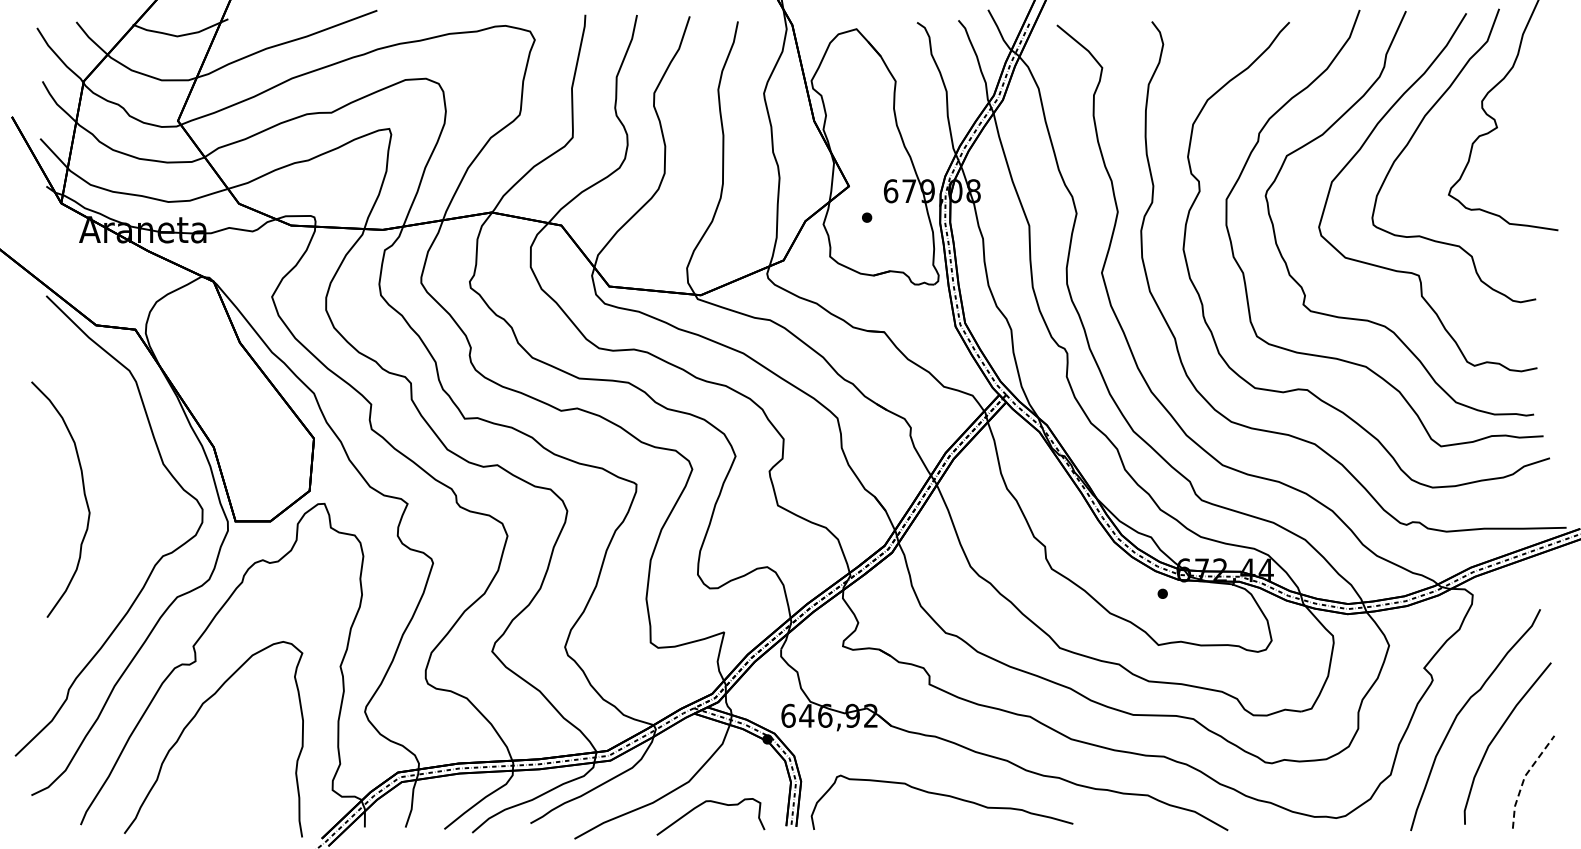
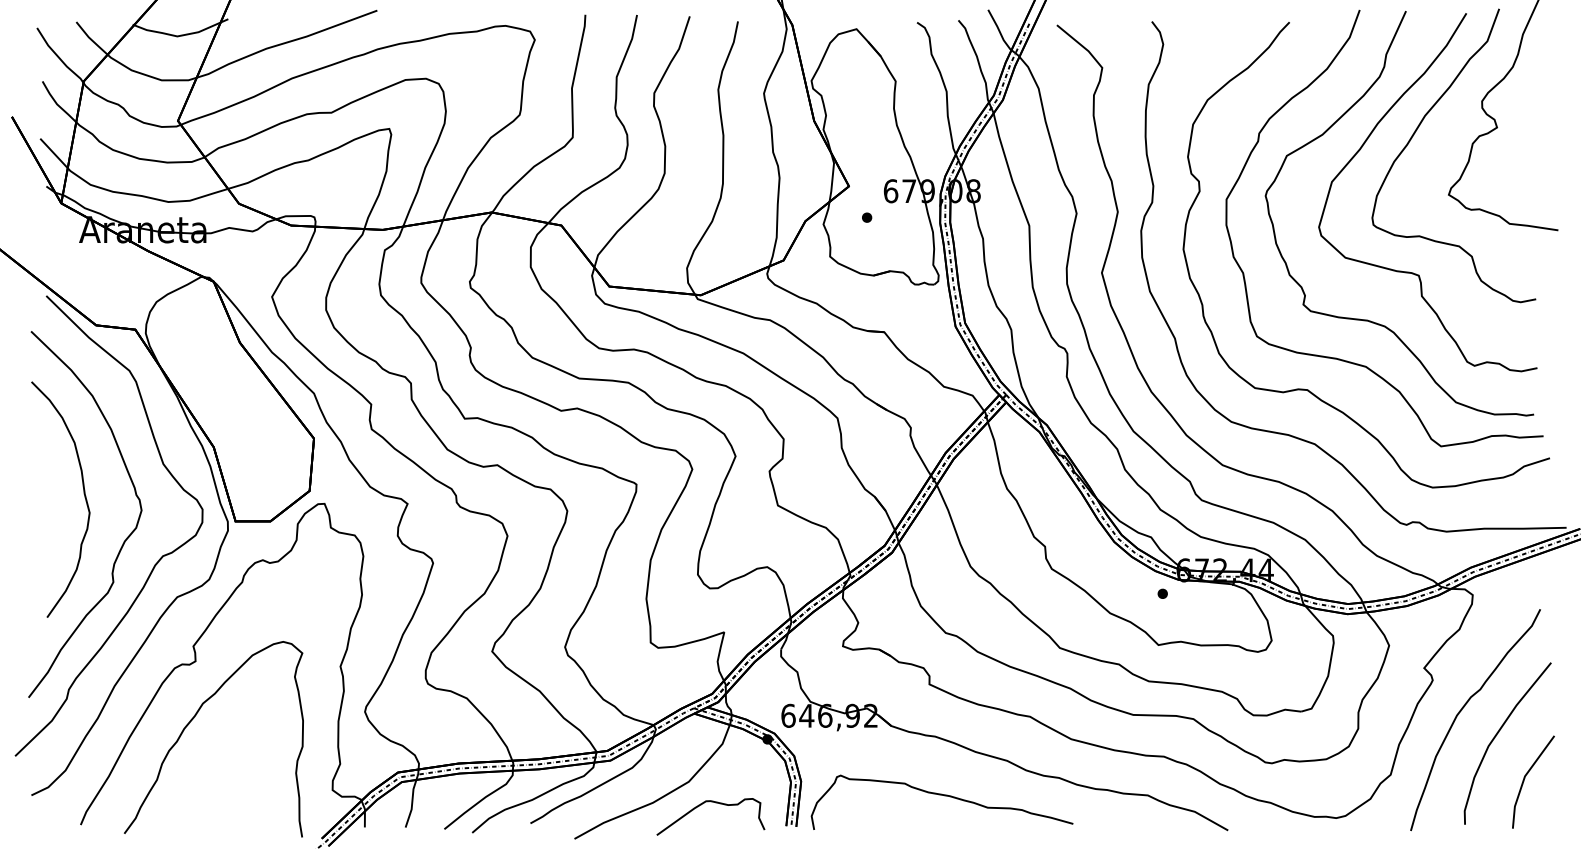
curve at (123, 541): none -> present
line at (1524, 778): dashed -> solid
